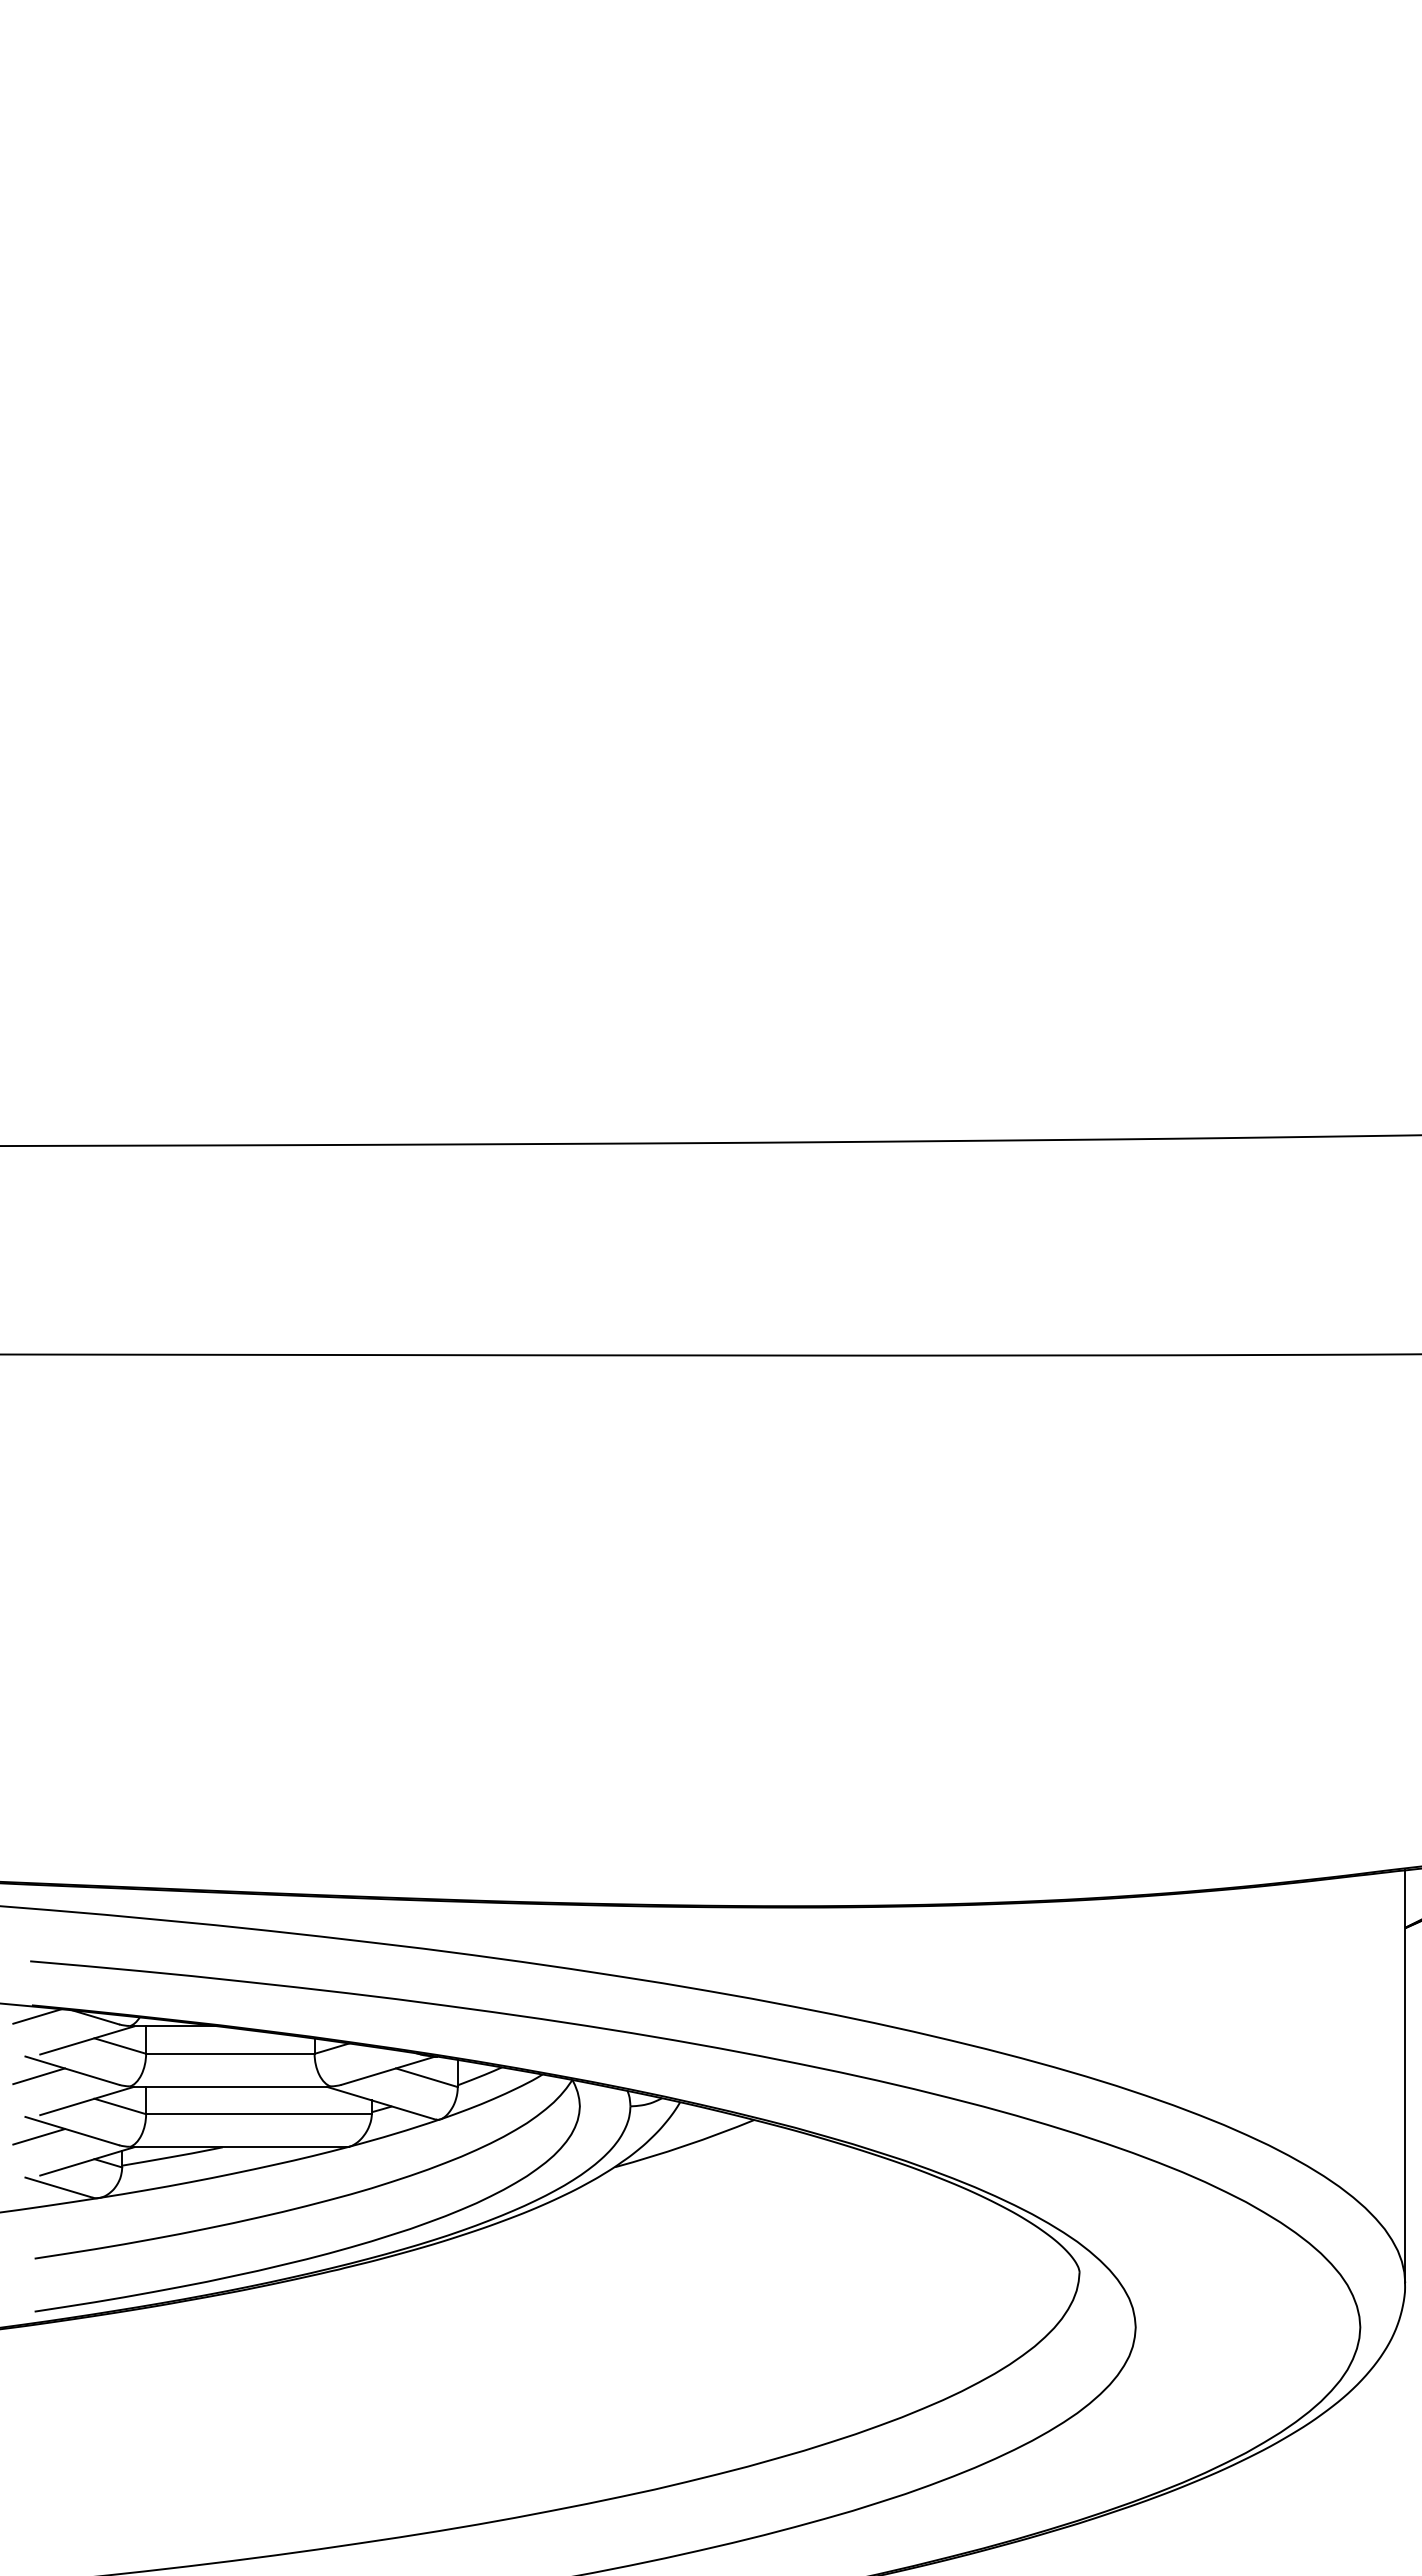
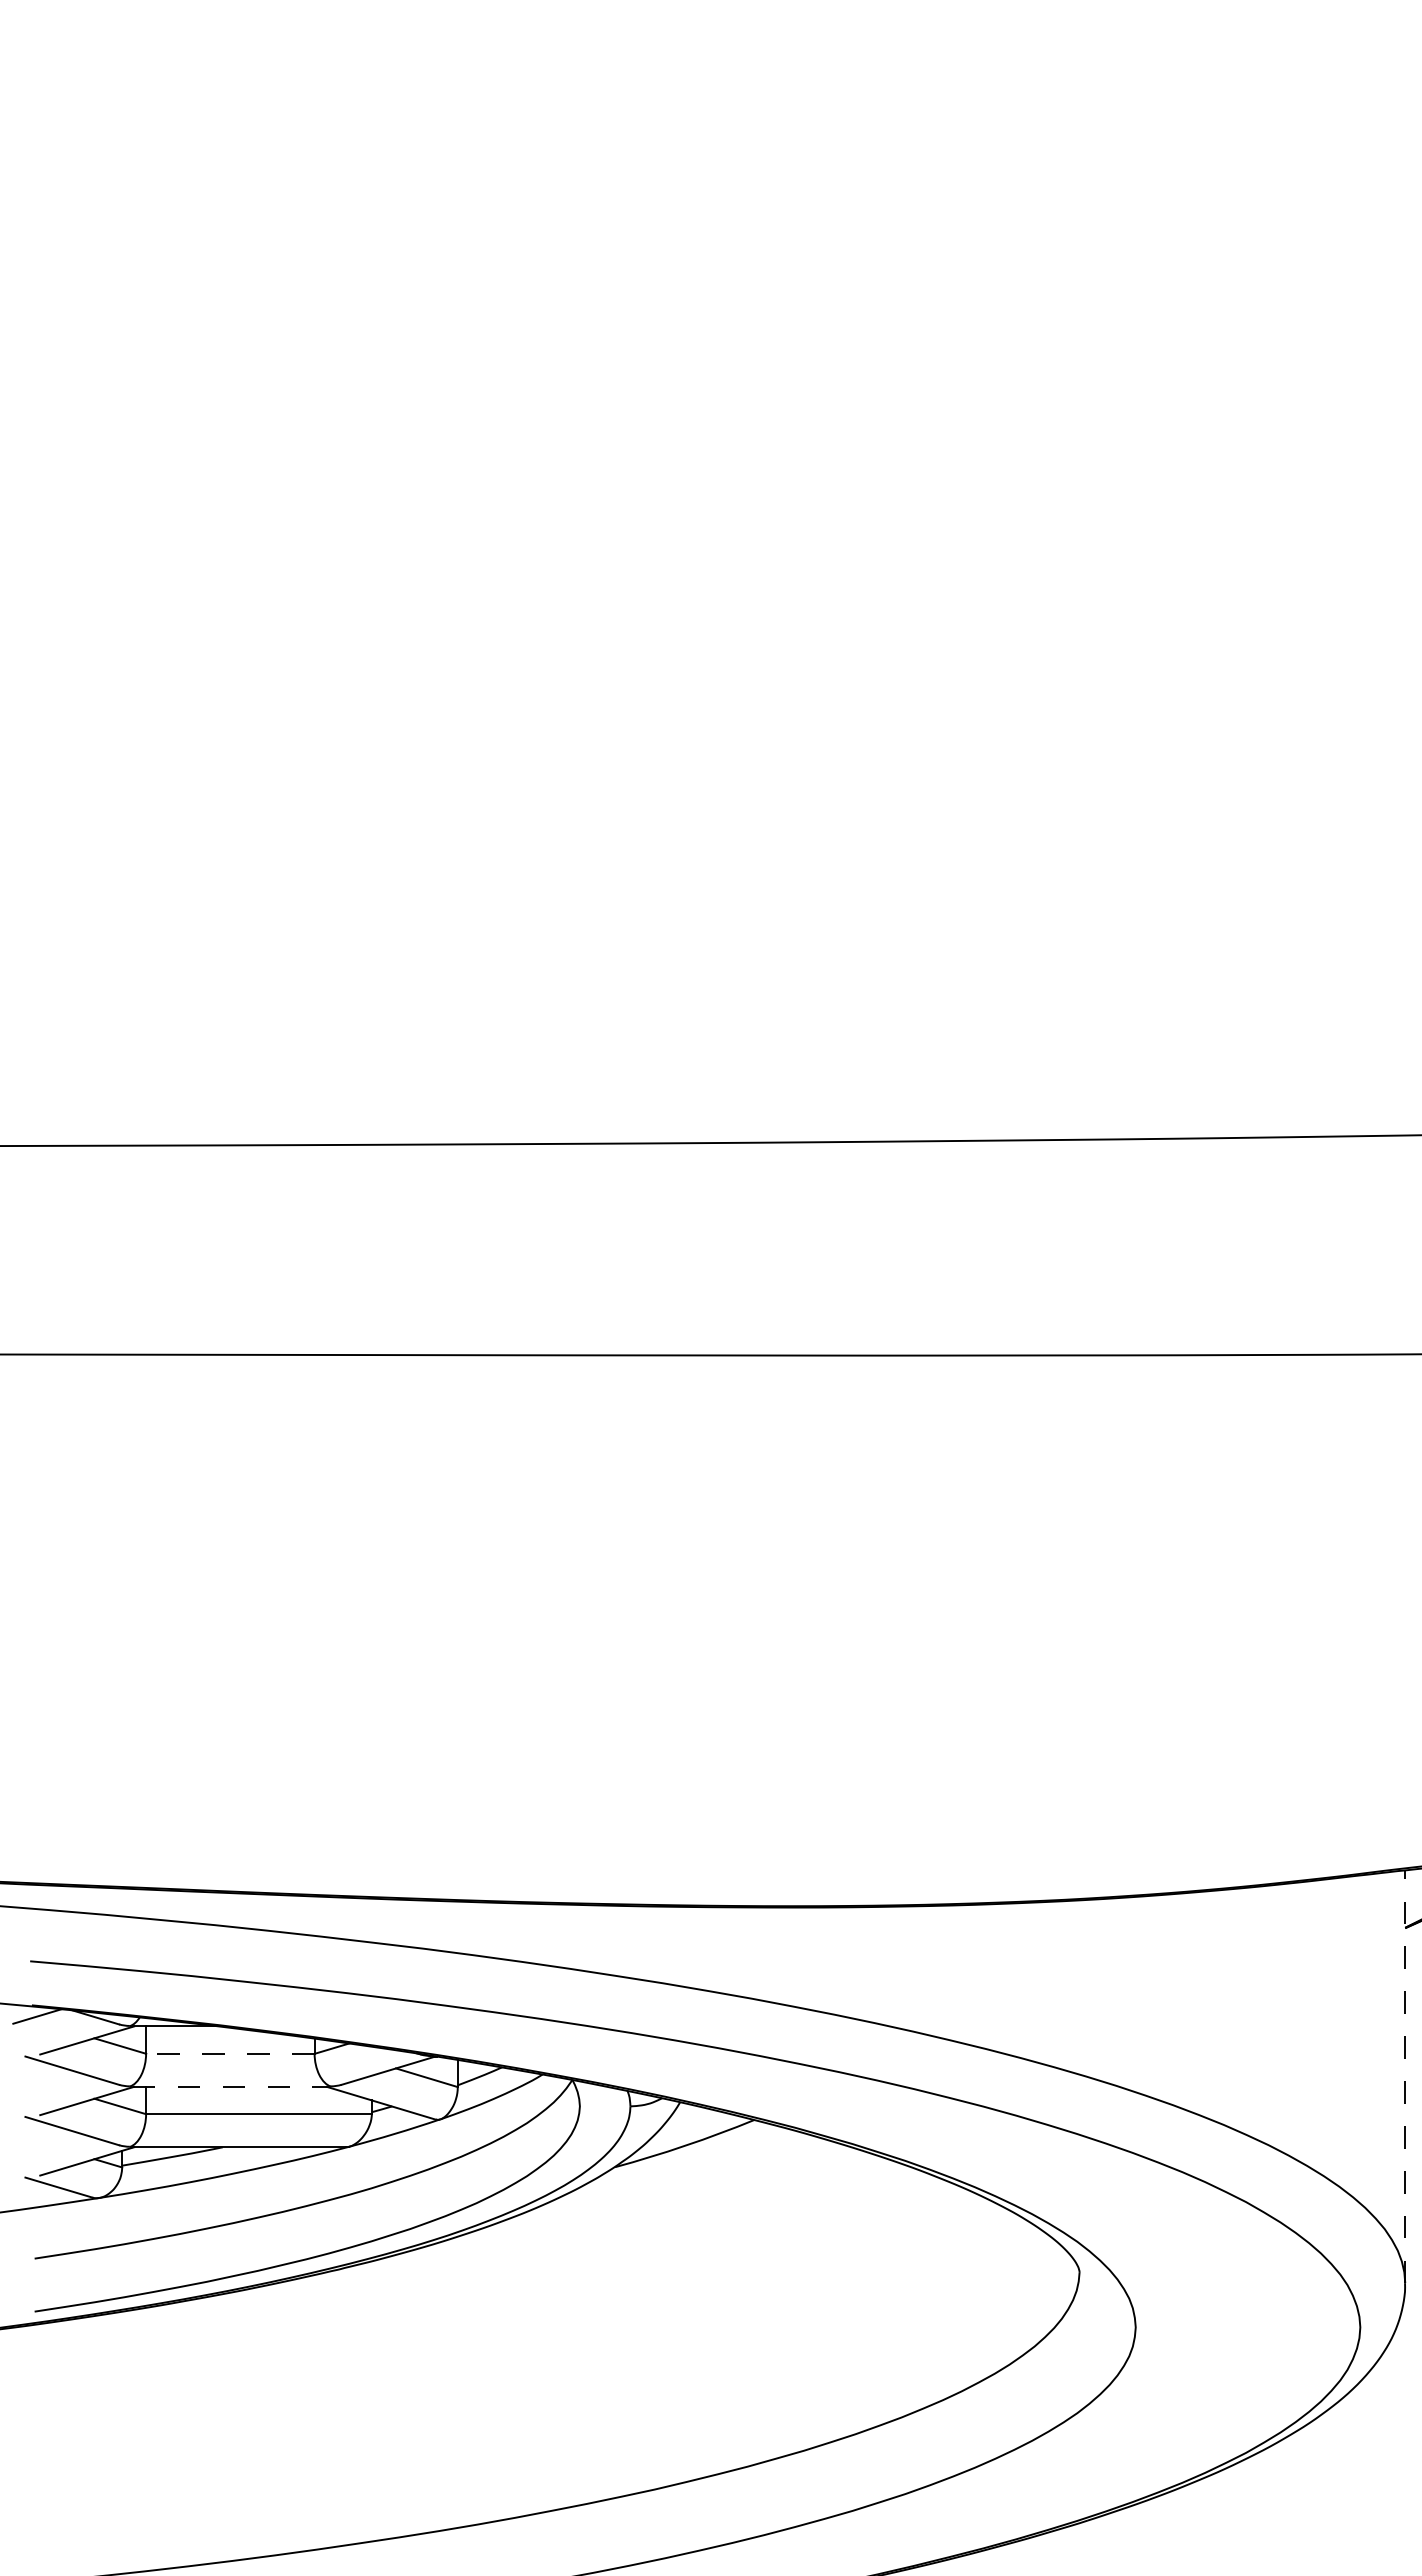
line at (229, 2053): solid -> dashed
line at (38, 2076): present -> none
line at (1405, 2076): solid -> dashed
line at (230, 2086): solid -> dashed
line at (38, 2136): present -> none
